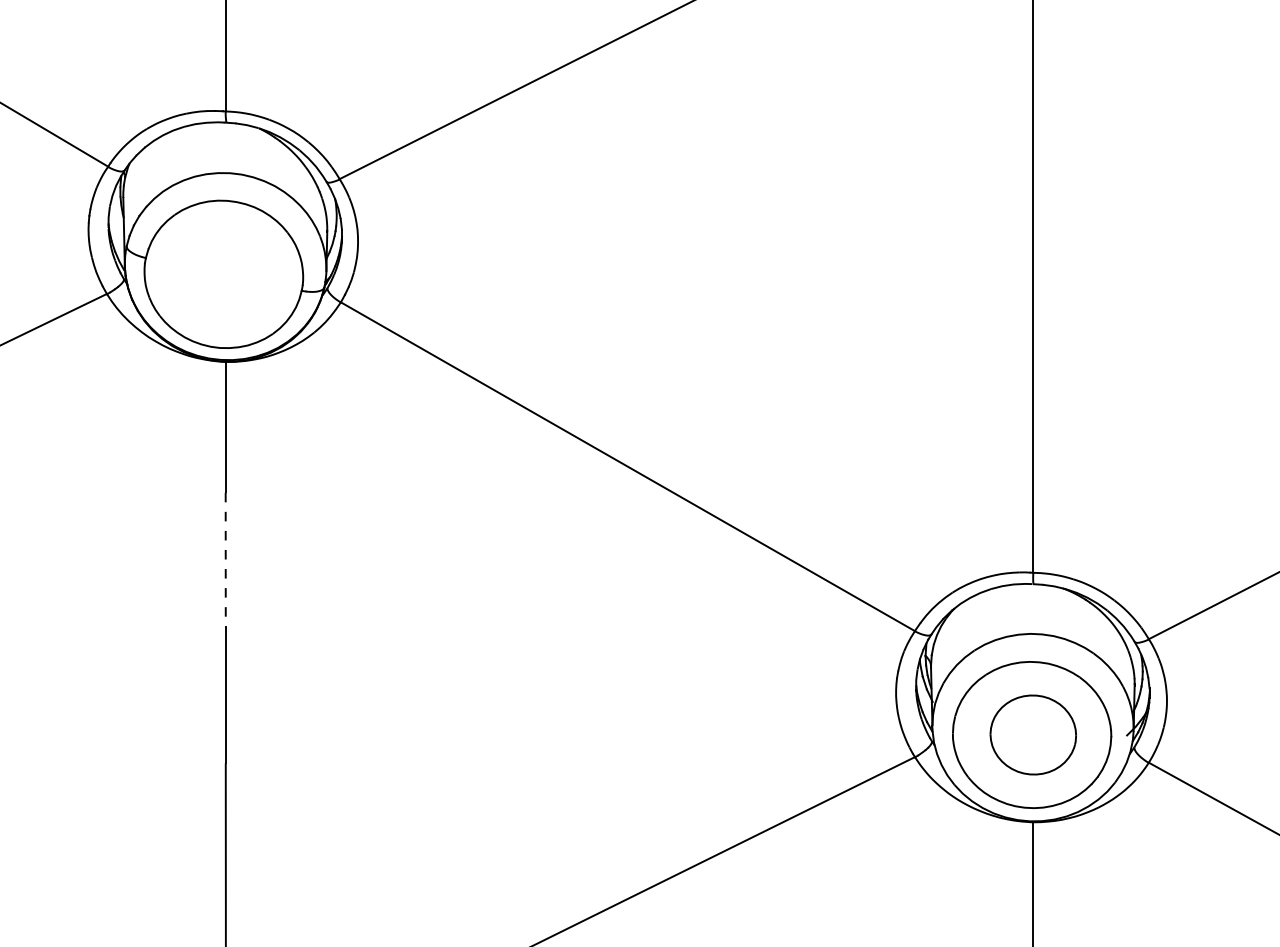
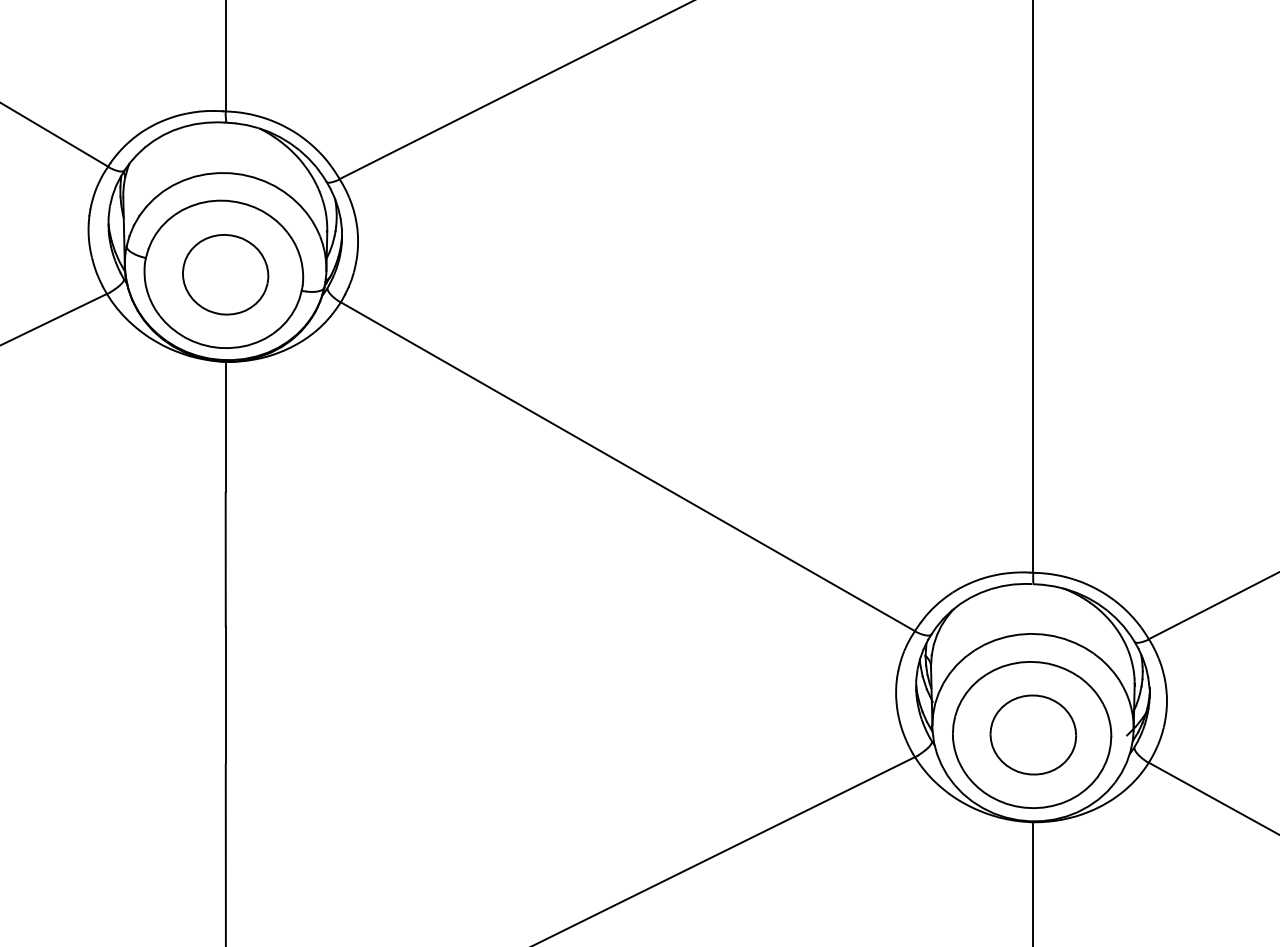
part at (225, 274): none -> present
line at (225, 559): dashed -> solid
